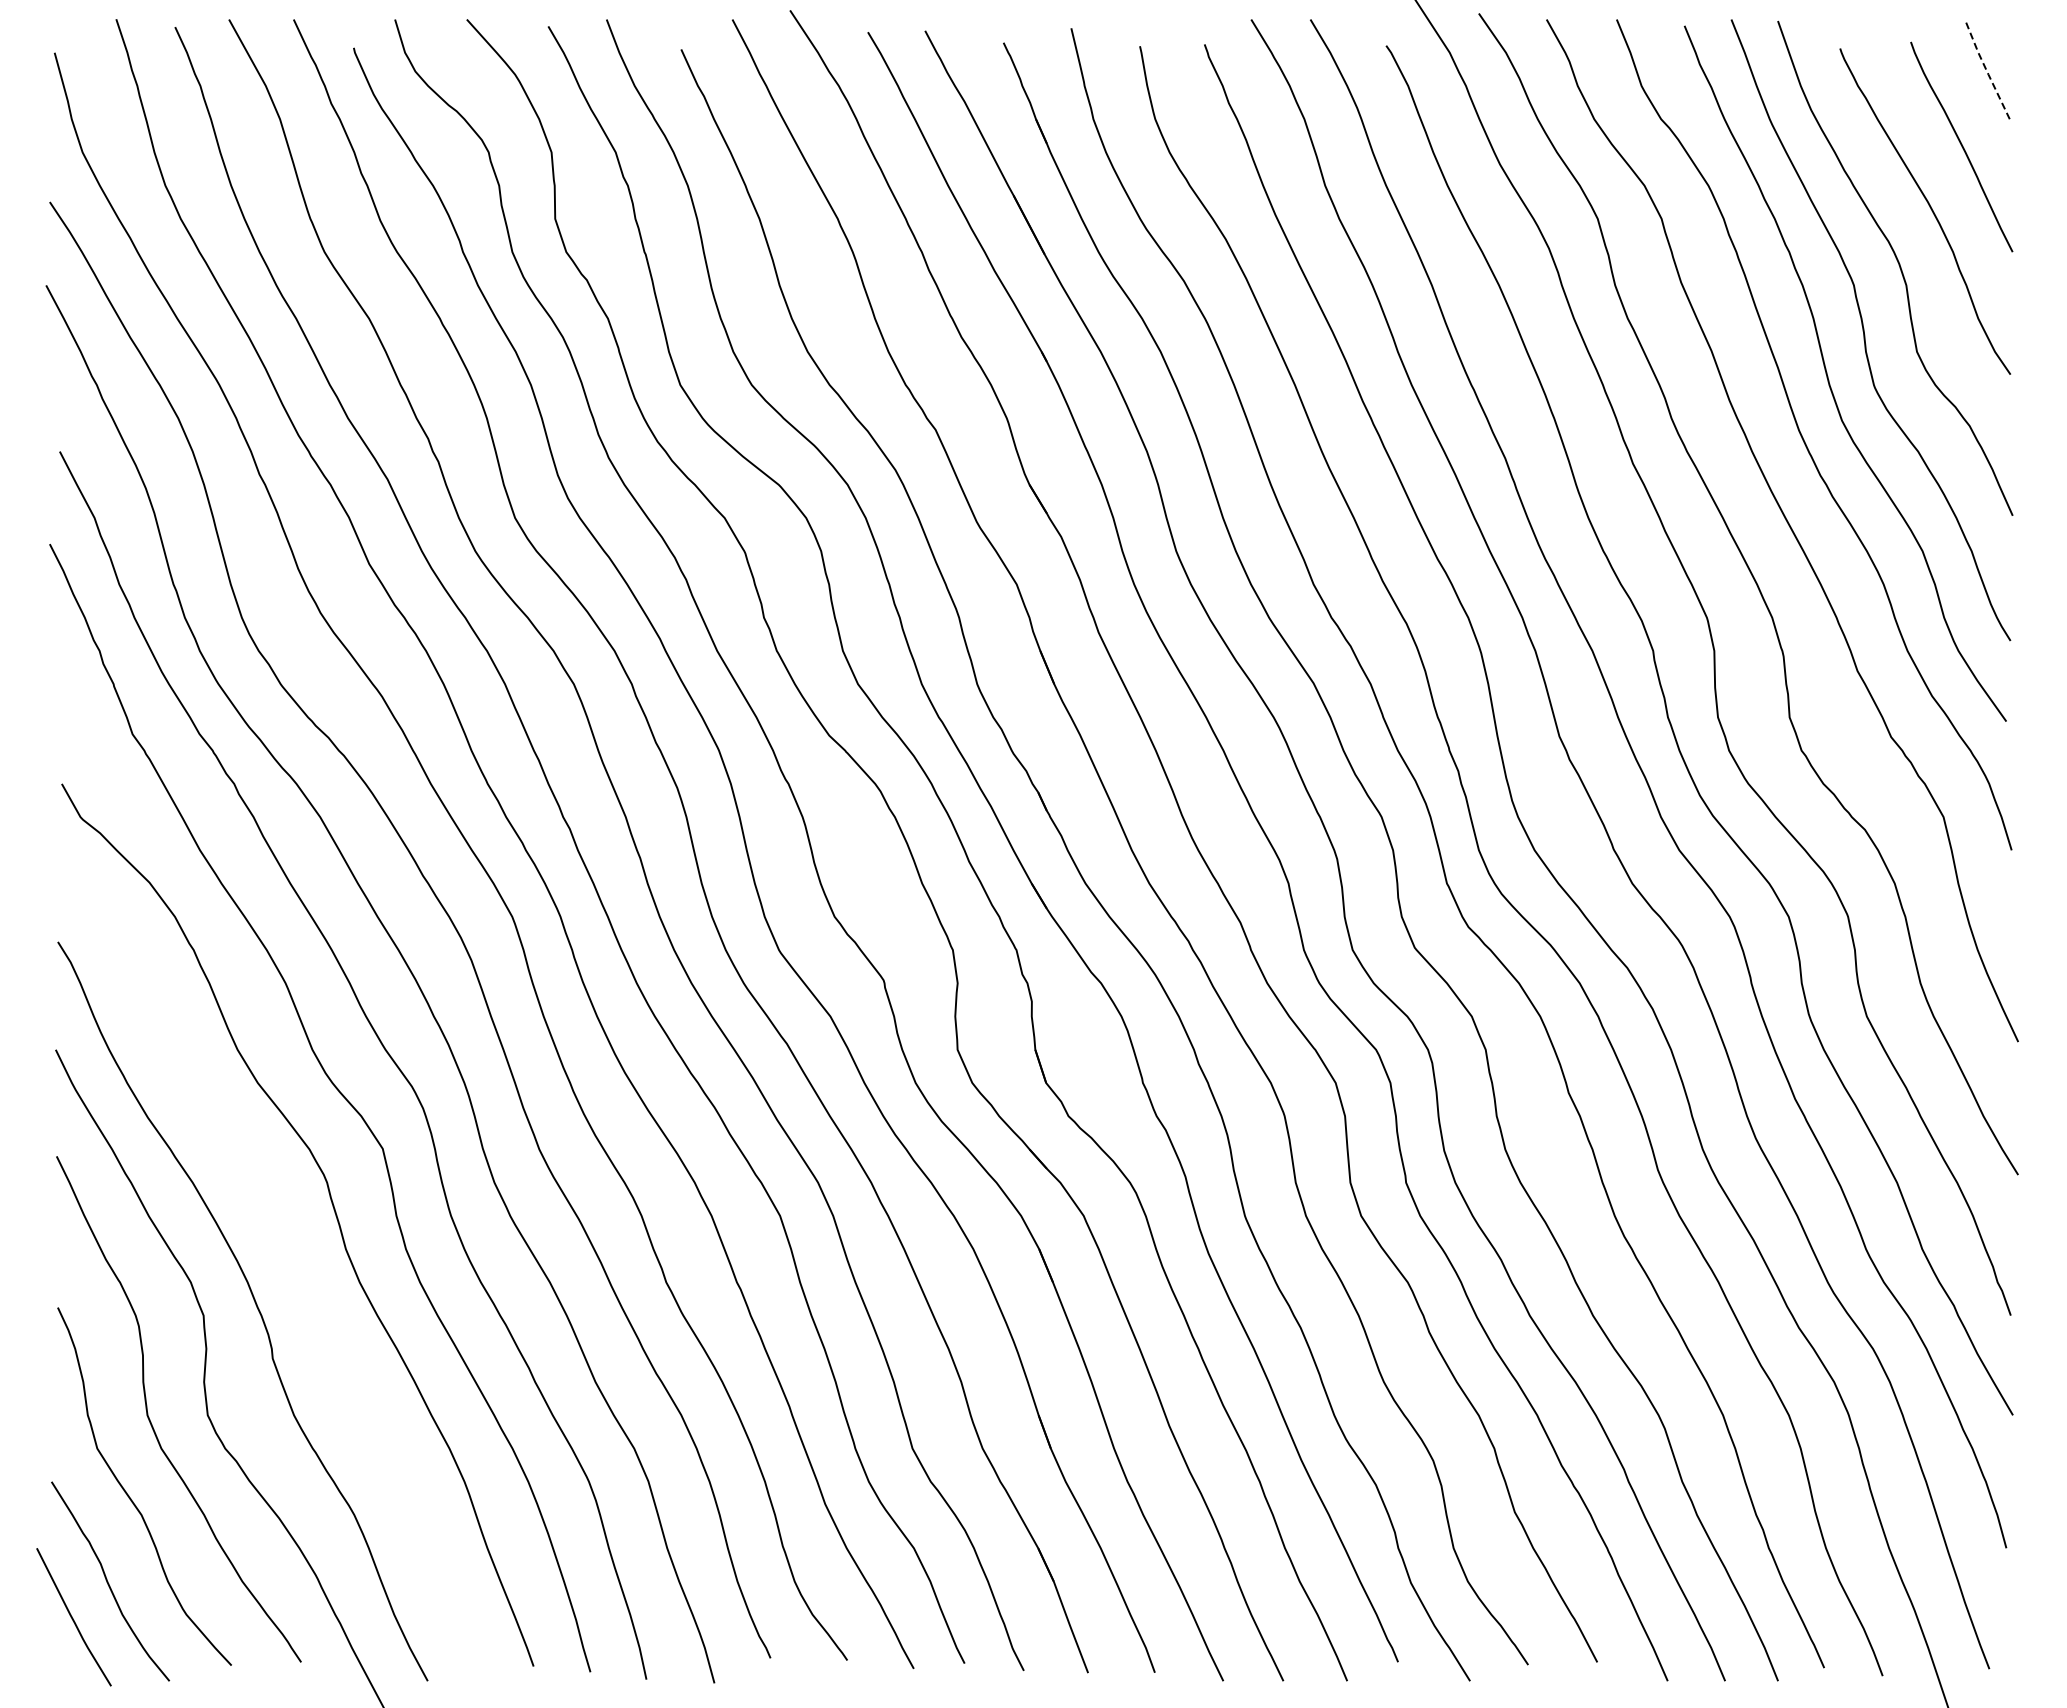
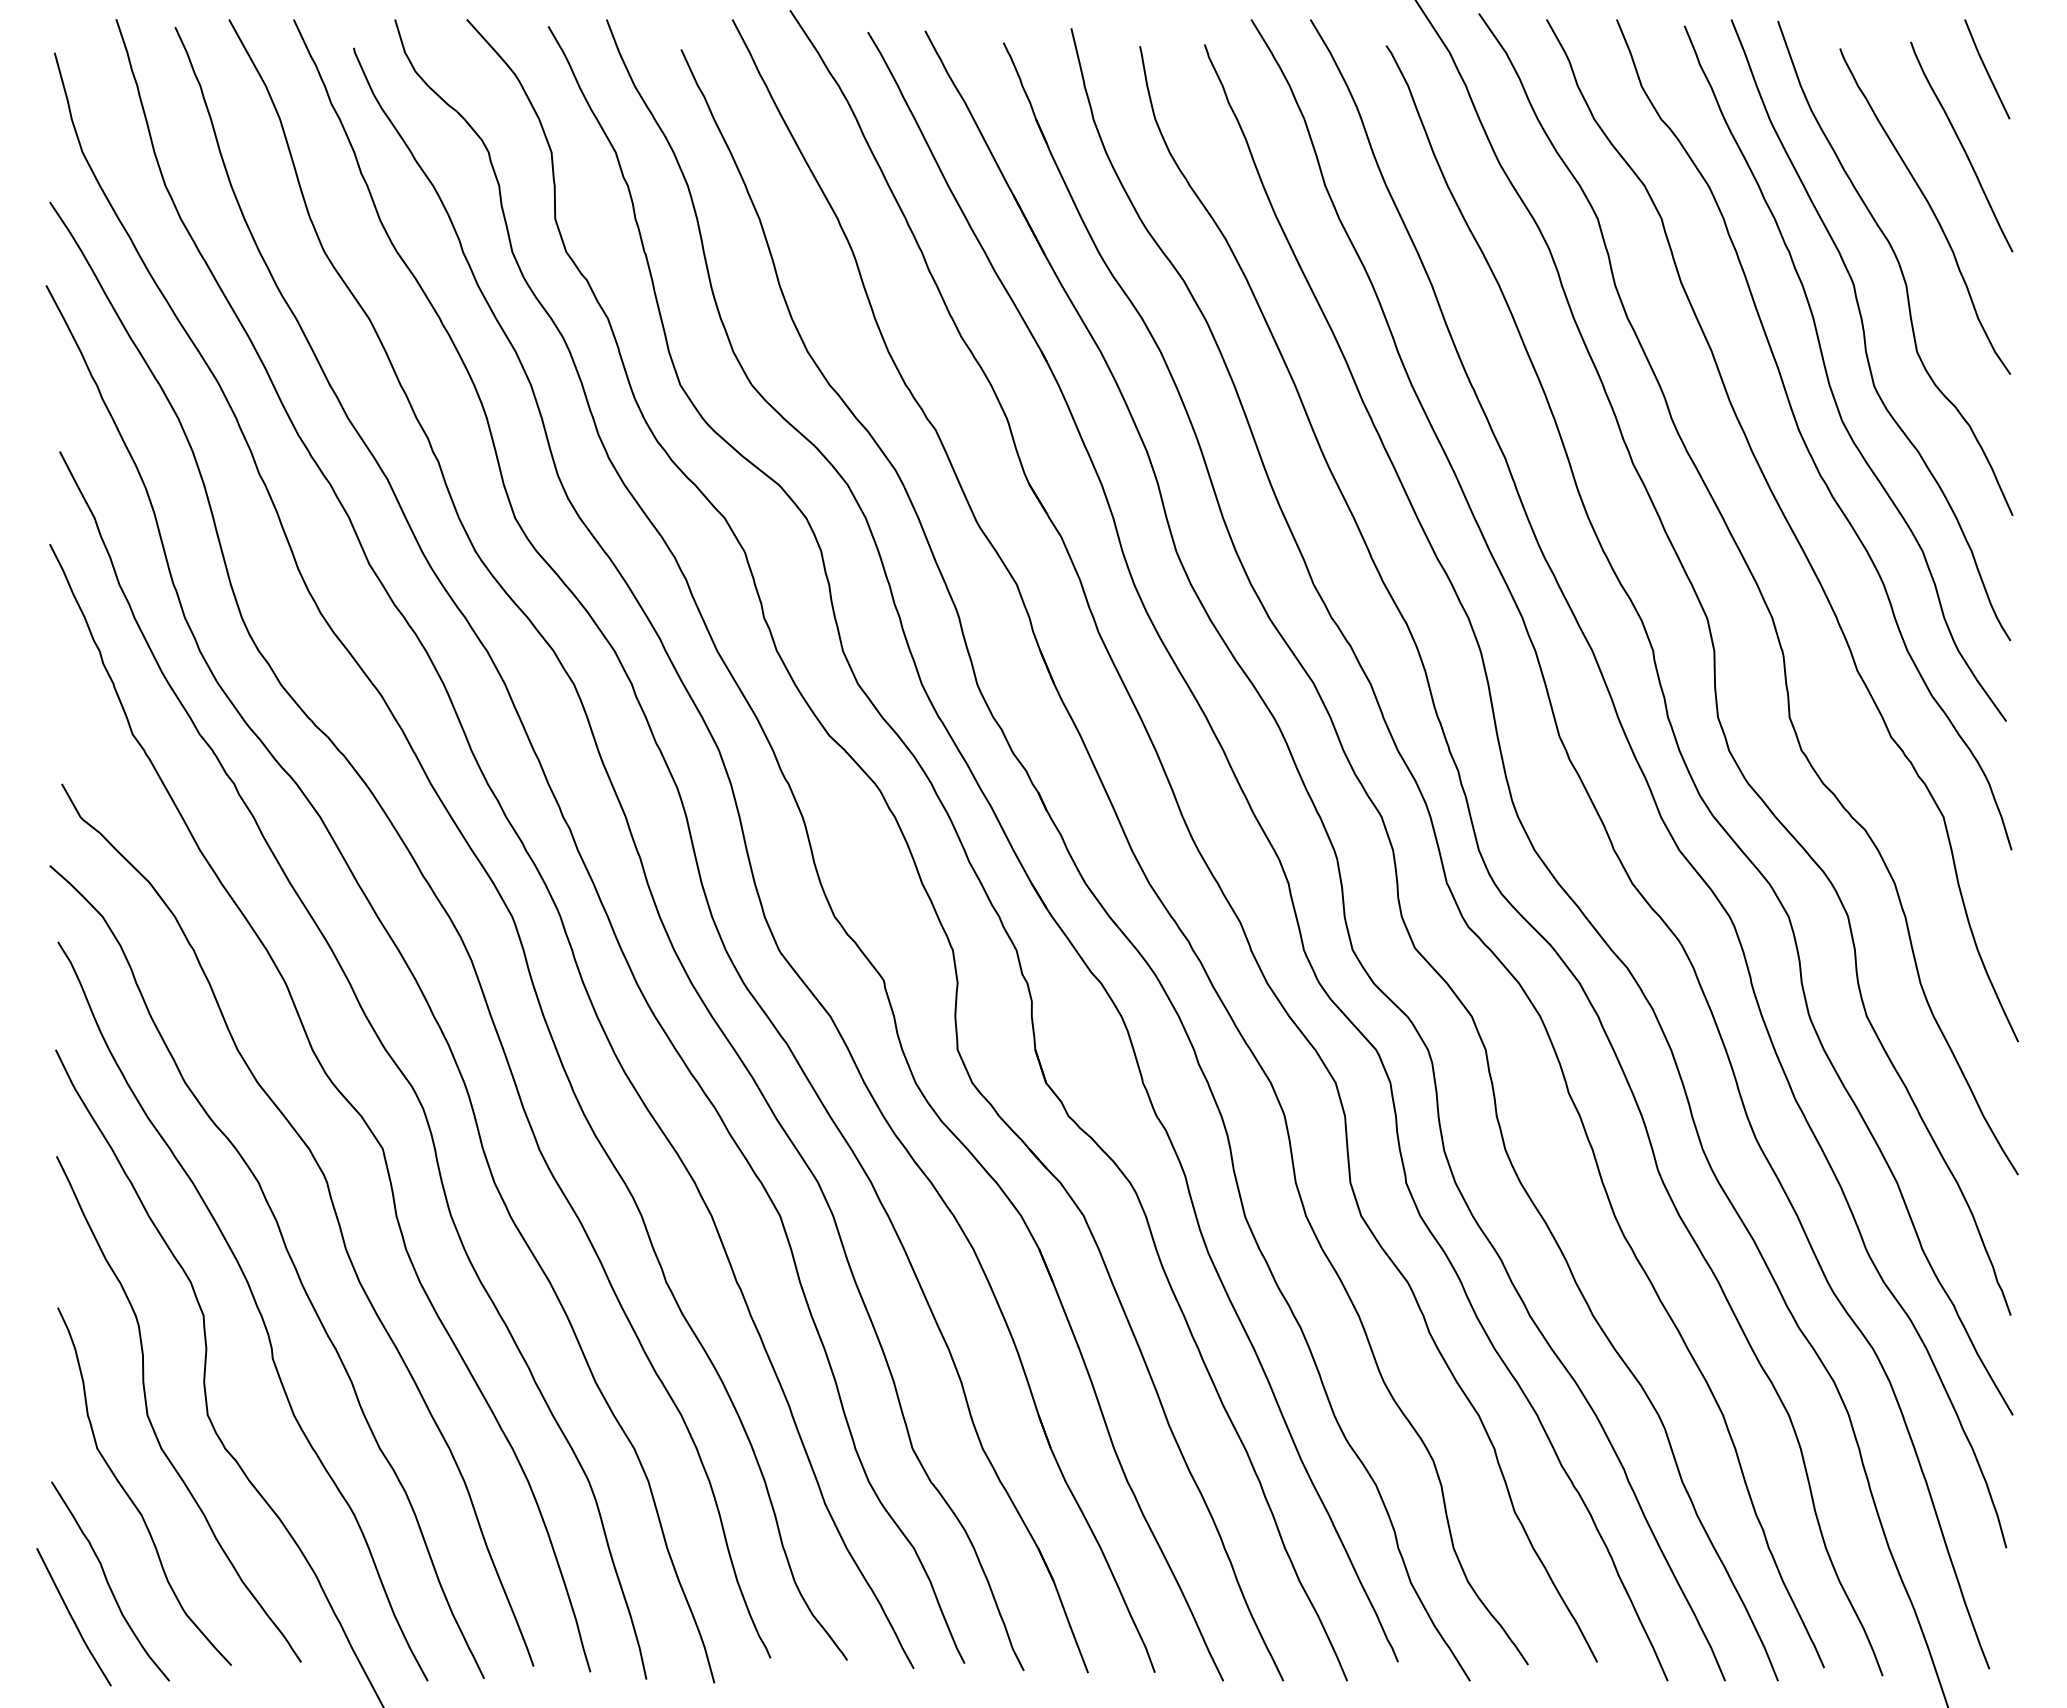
line at (1986, 69): dashed -> solid
curve at (290, 1260): none -> present
